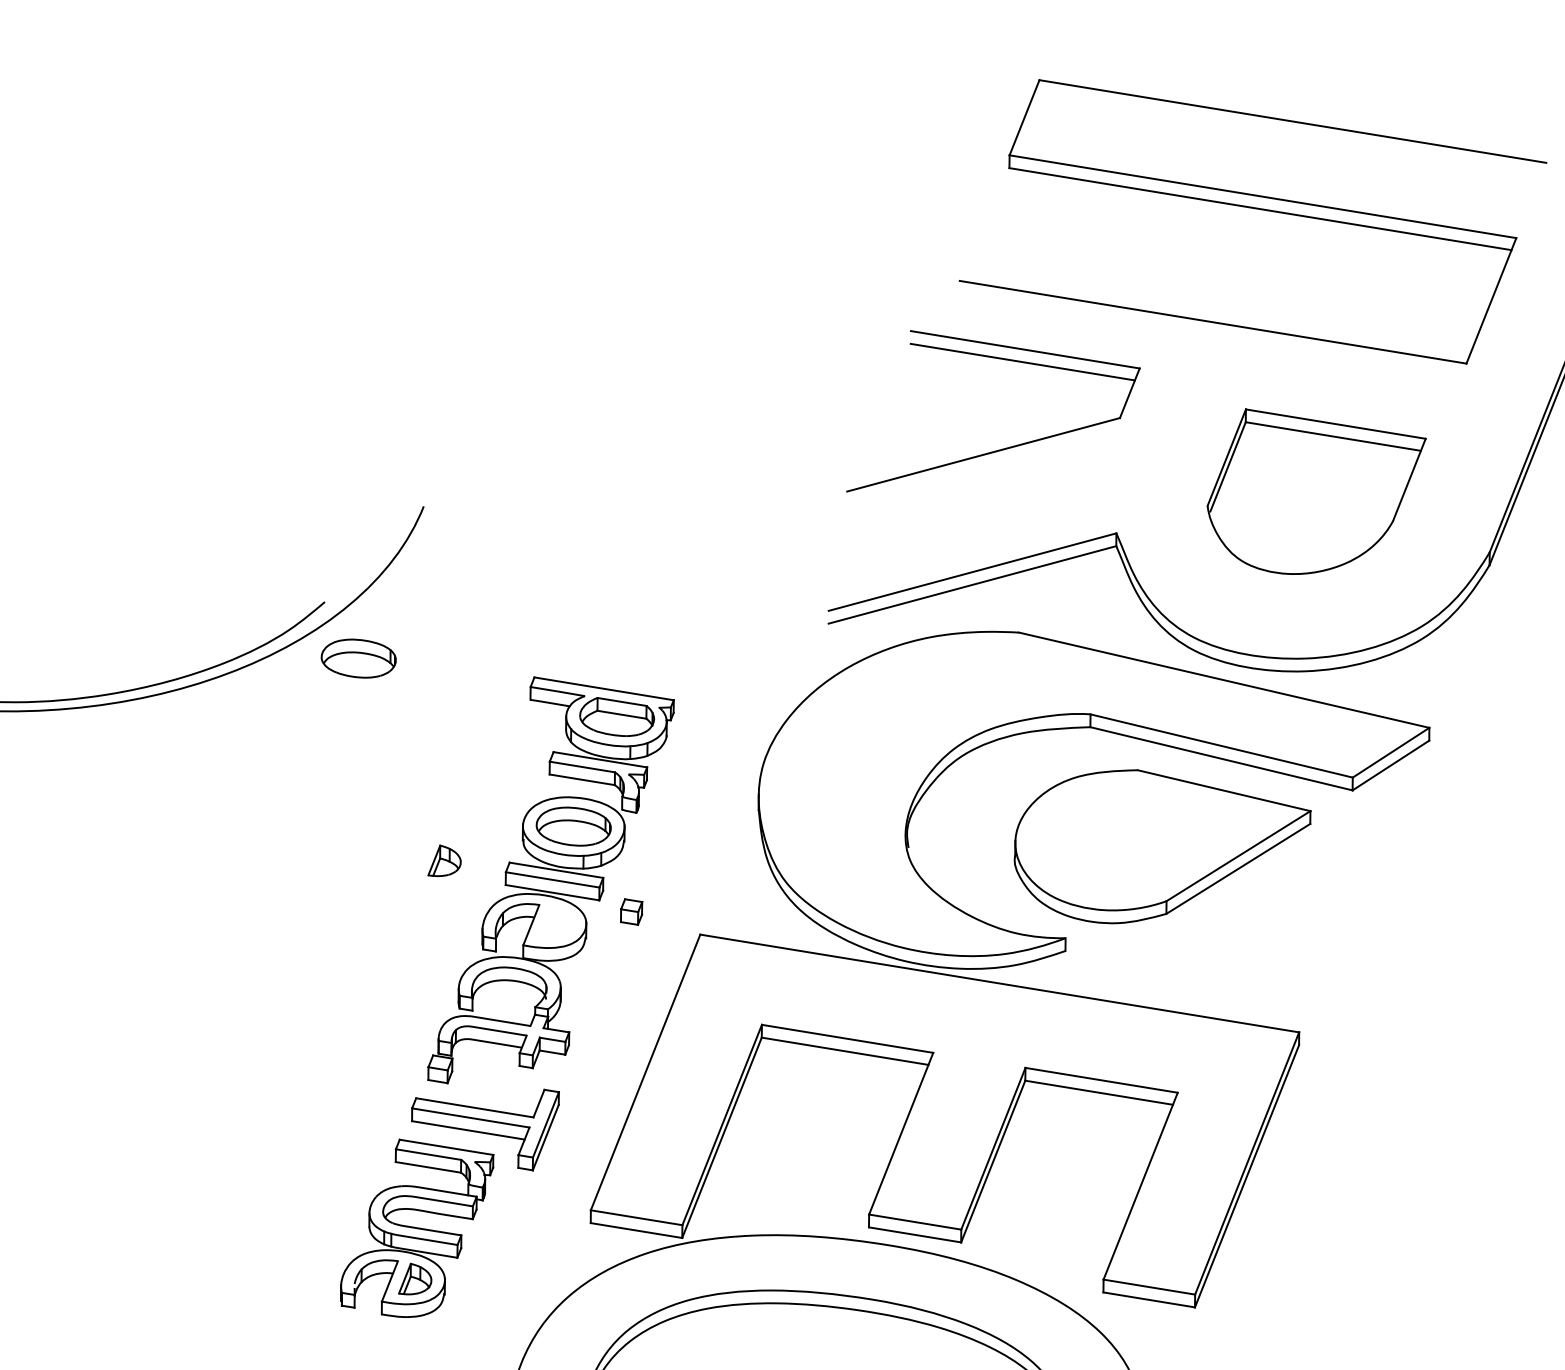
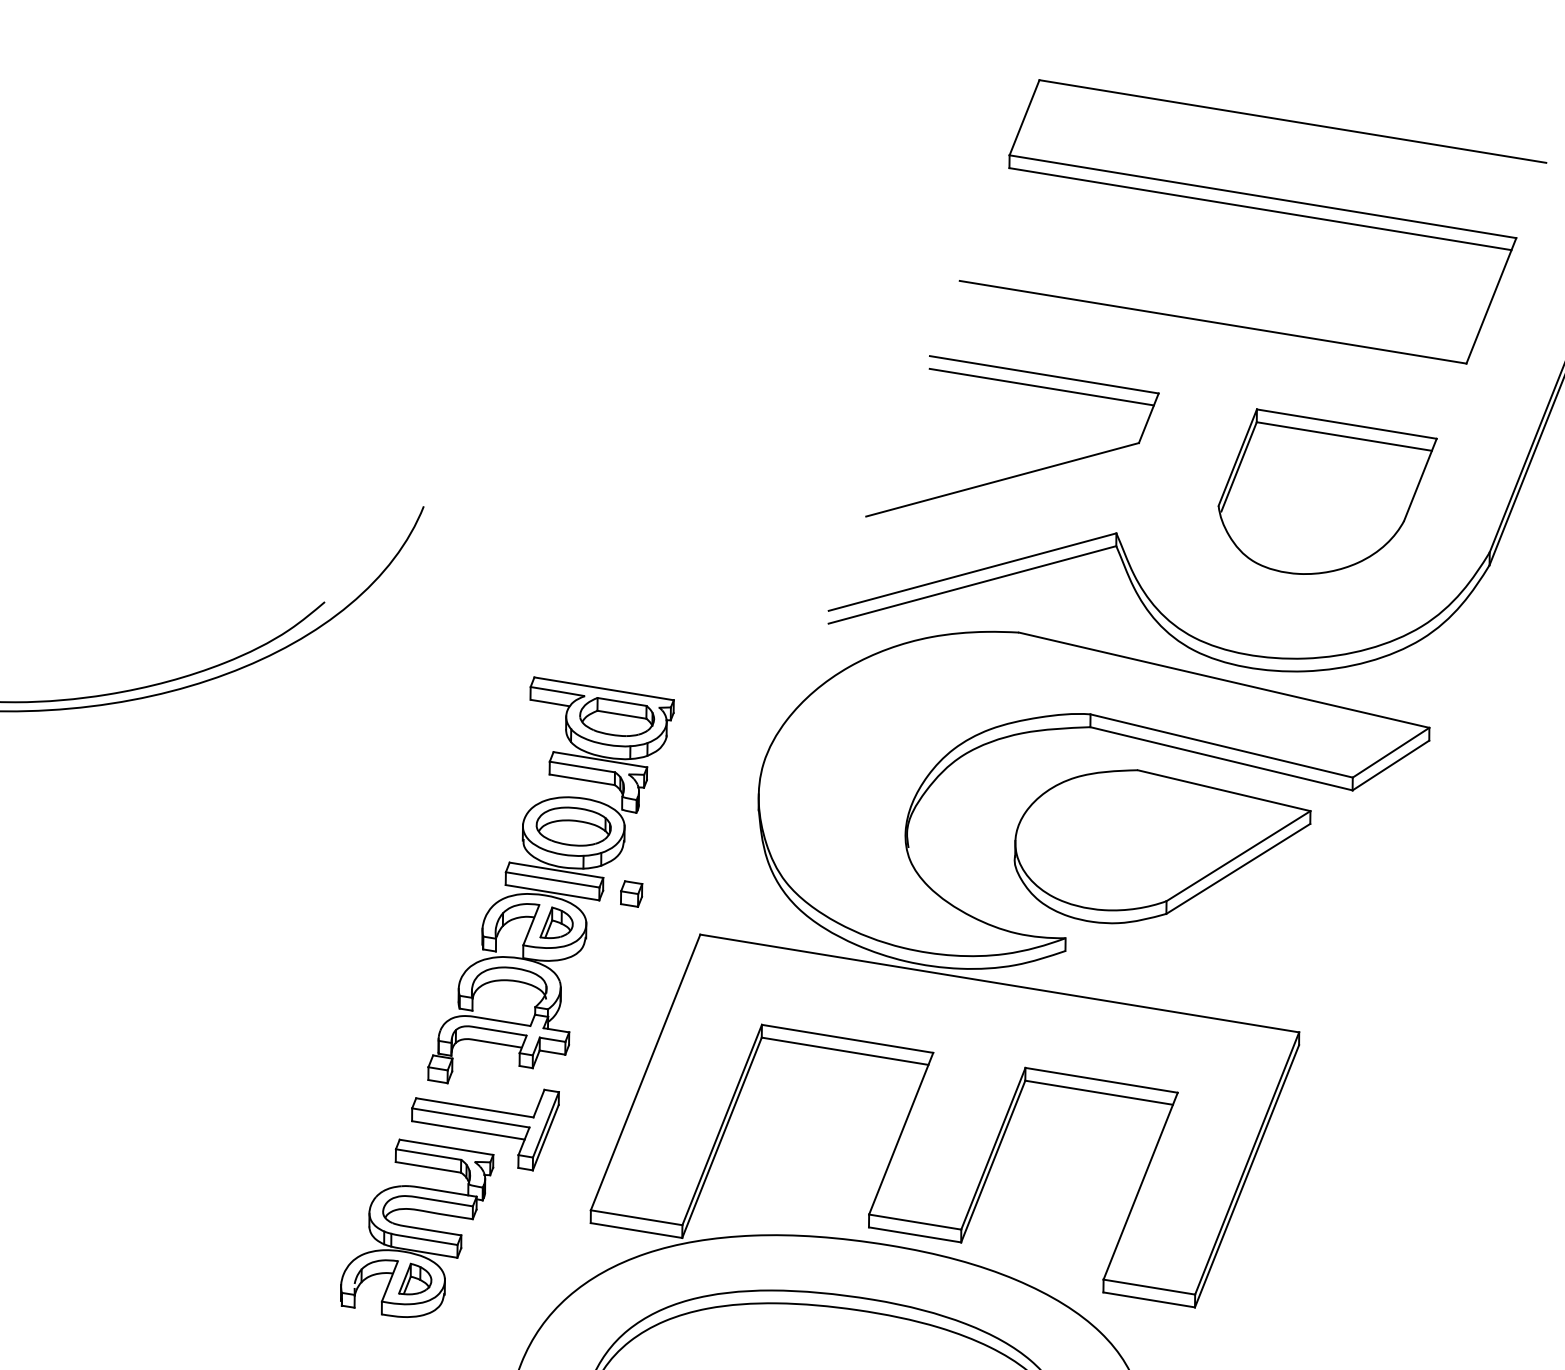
part at (1002, 448) position: (1002, 448) -> (1021, 473)
part at (1316, 491) position: (1316, 491) -> (1327, 491)
part at (358, 658): present -> none
part at (444, 860) position: (444, 860) -> (556, 922)
part at (631, 911) position: (631, 911) -> (631, 893)
